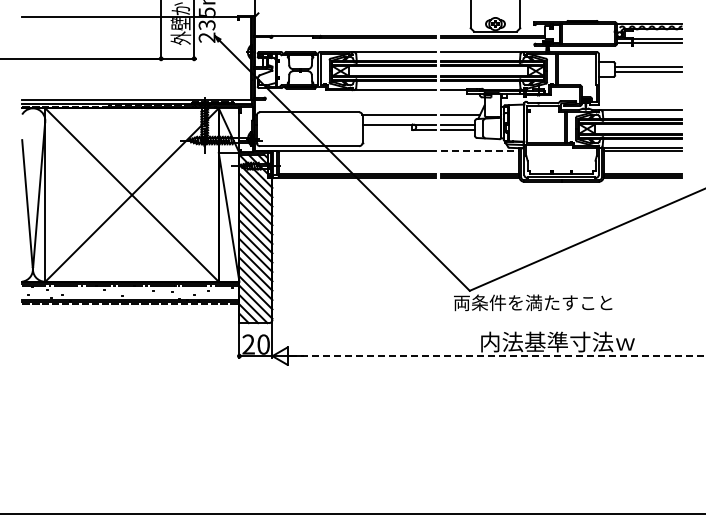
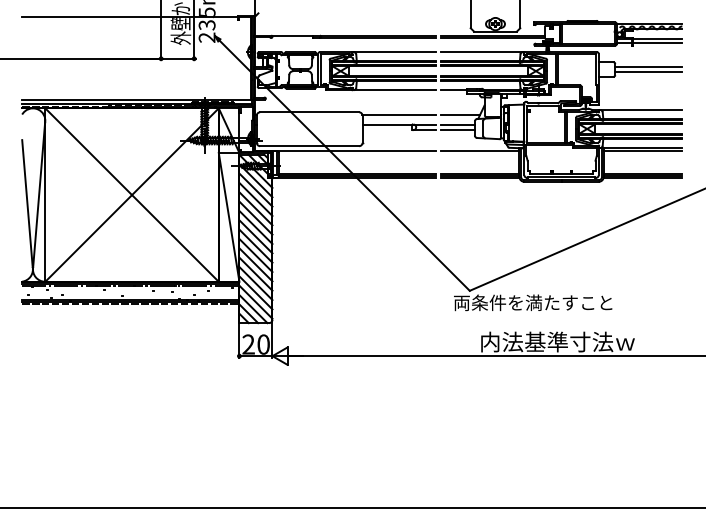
line at (480, 150): dashed -> solid
line at (497, 356): dashed -> solid
line at (352, 514) position: (352, 514) -> (352, 508)
